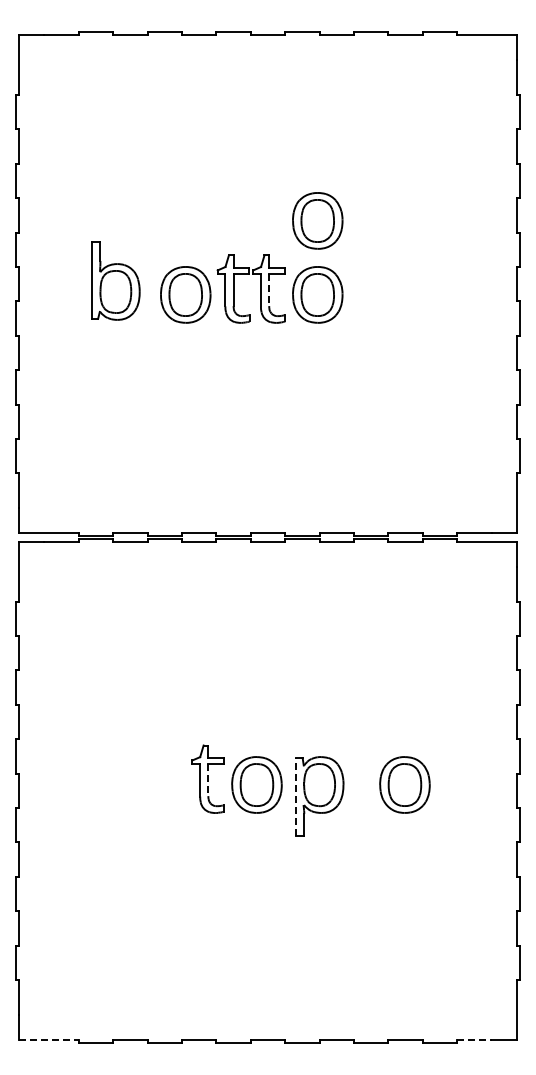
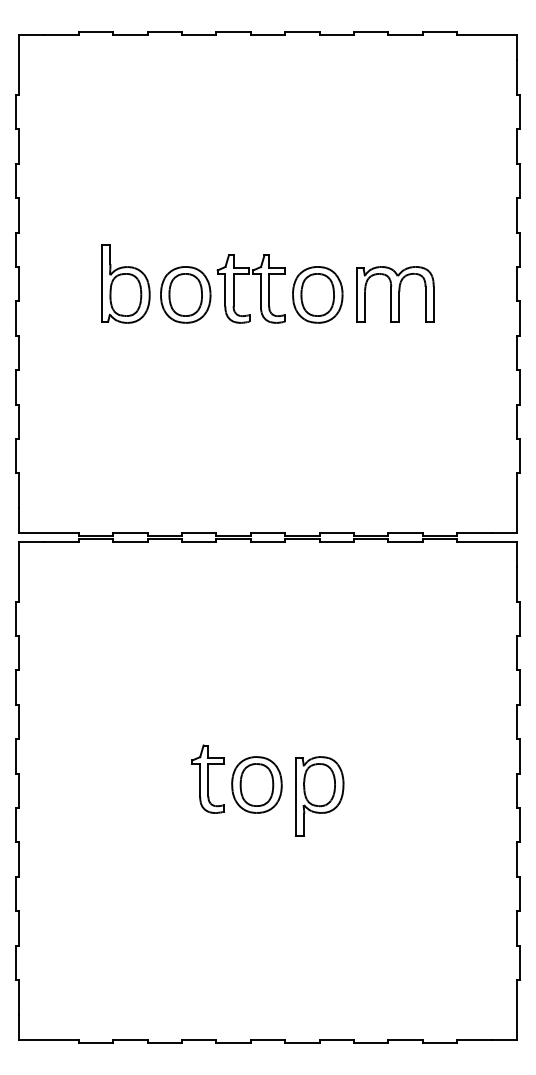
part at (317, 220): present -> none
part at (115, 280) position: (115, 280) -> (125, 283)
line at (269, 290): dashed -> solid
part at (395, 294): none -> present
line at (208, 780): dashed -> solid
part at (404, 784): present -> none
line at (296, 796): dashed -> solid
line at (48, 1039): dashed -> solid
line at (474, 1039): dashed -> solid
